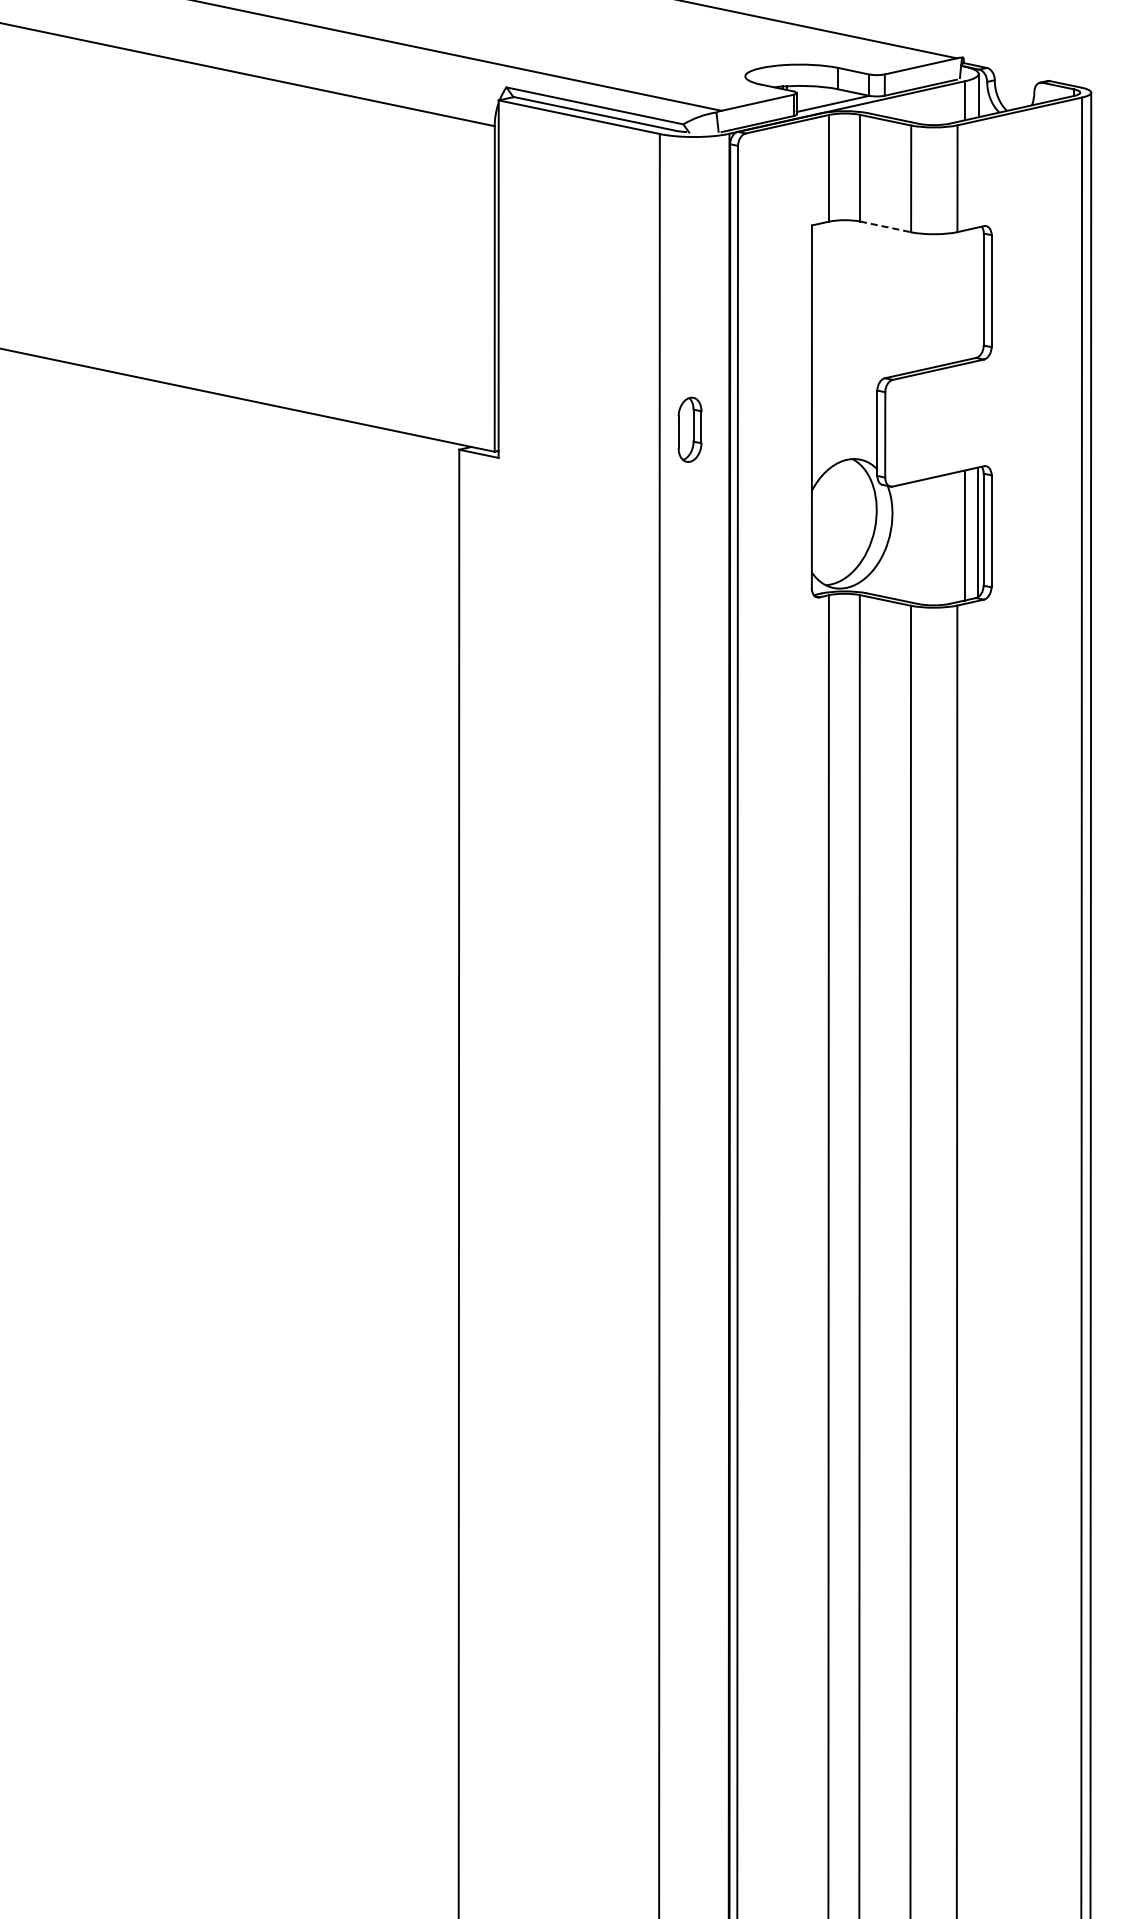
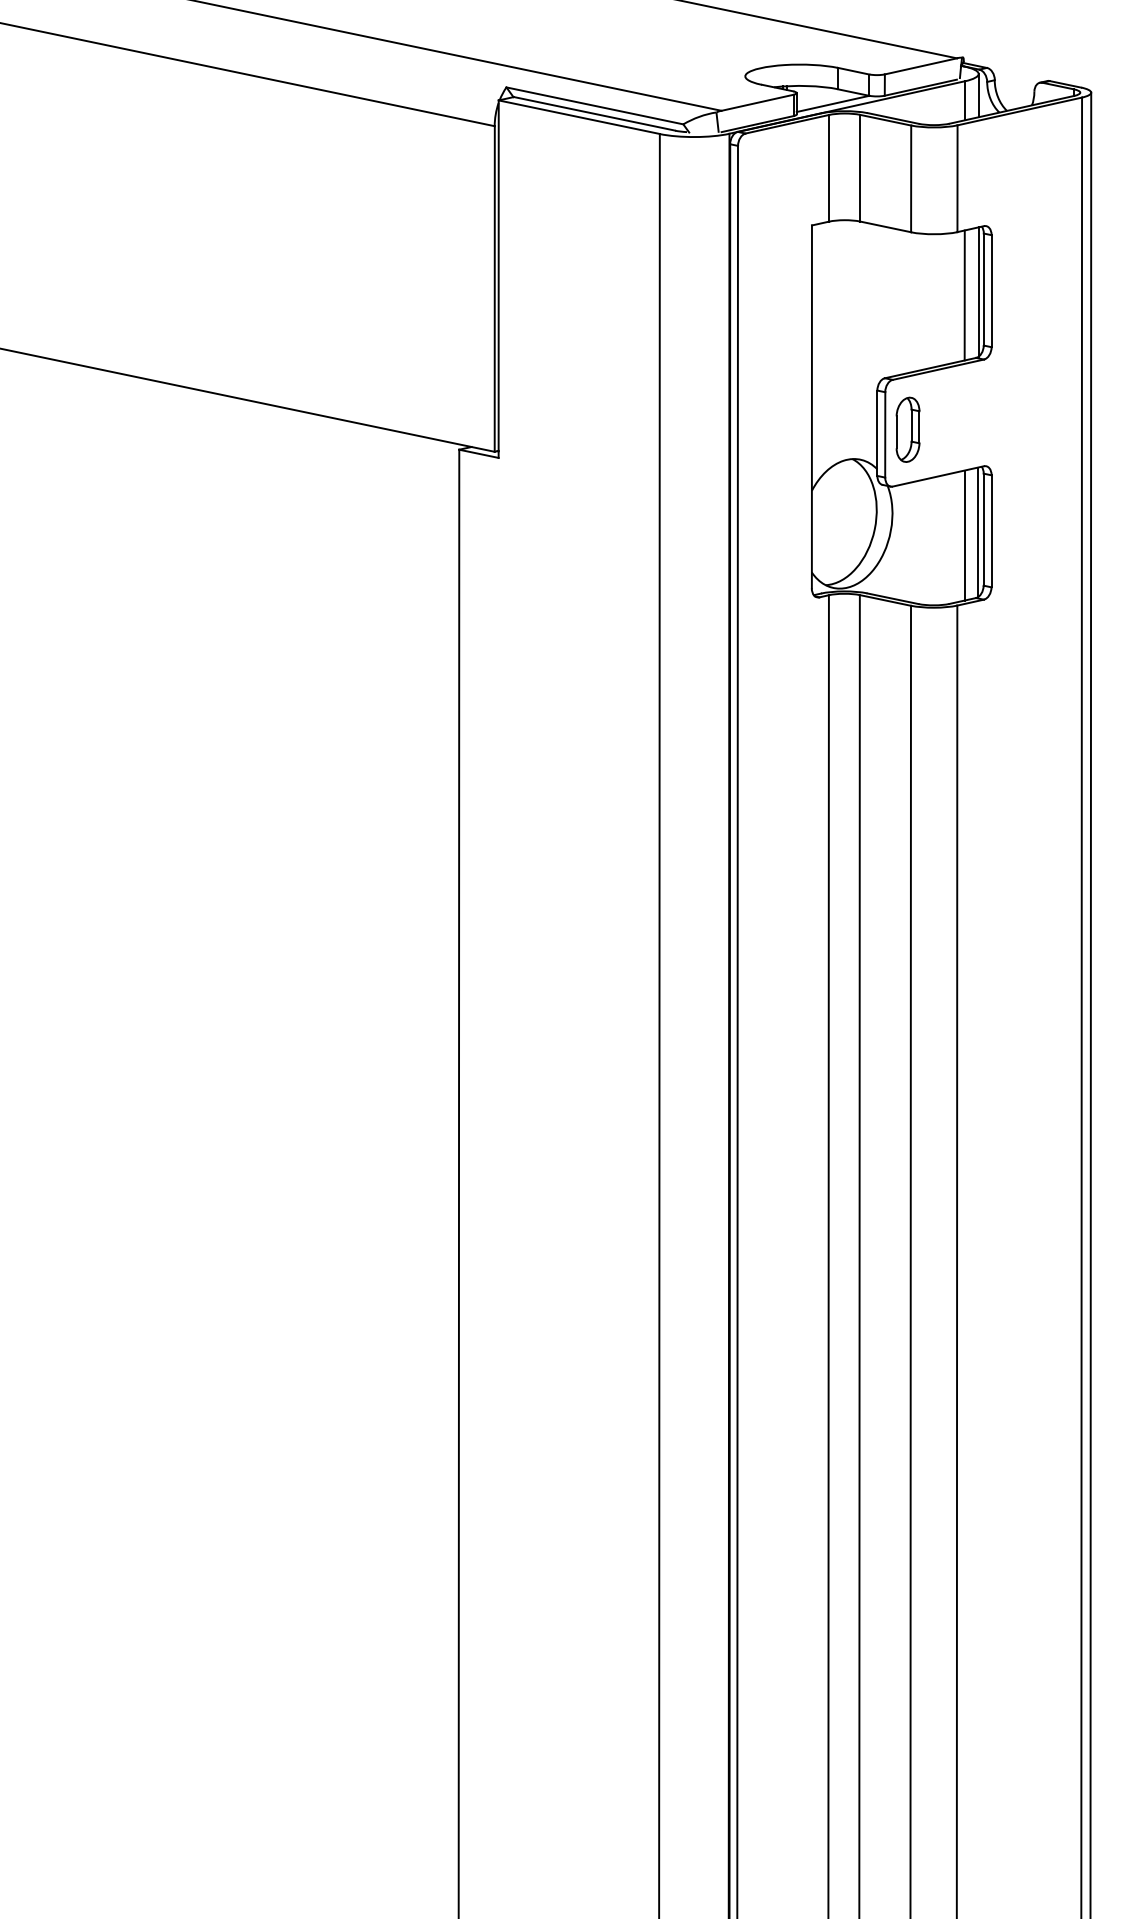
line at (886, 226): dashed -> solid
line at (978, 291): none -> present
line at (964, 295): none -> present
part at (689, 429) position: (689, 429) -> (907, 429)
